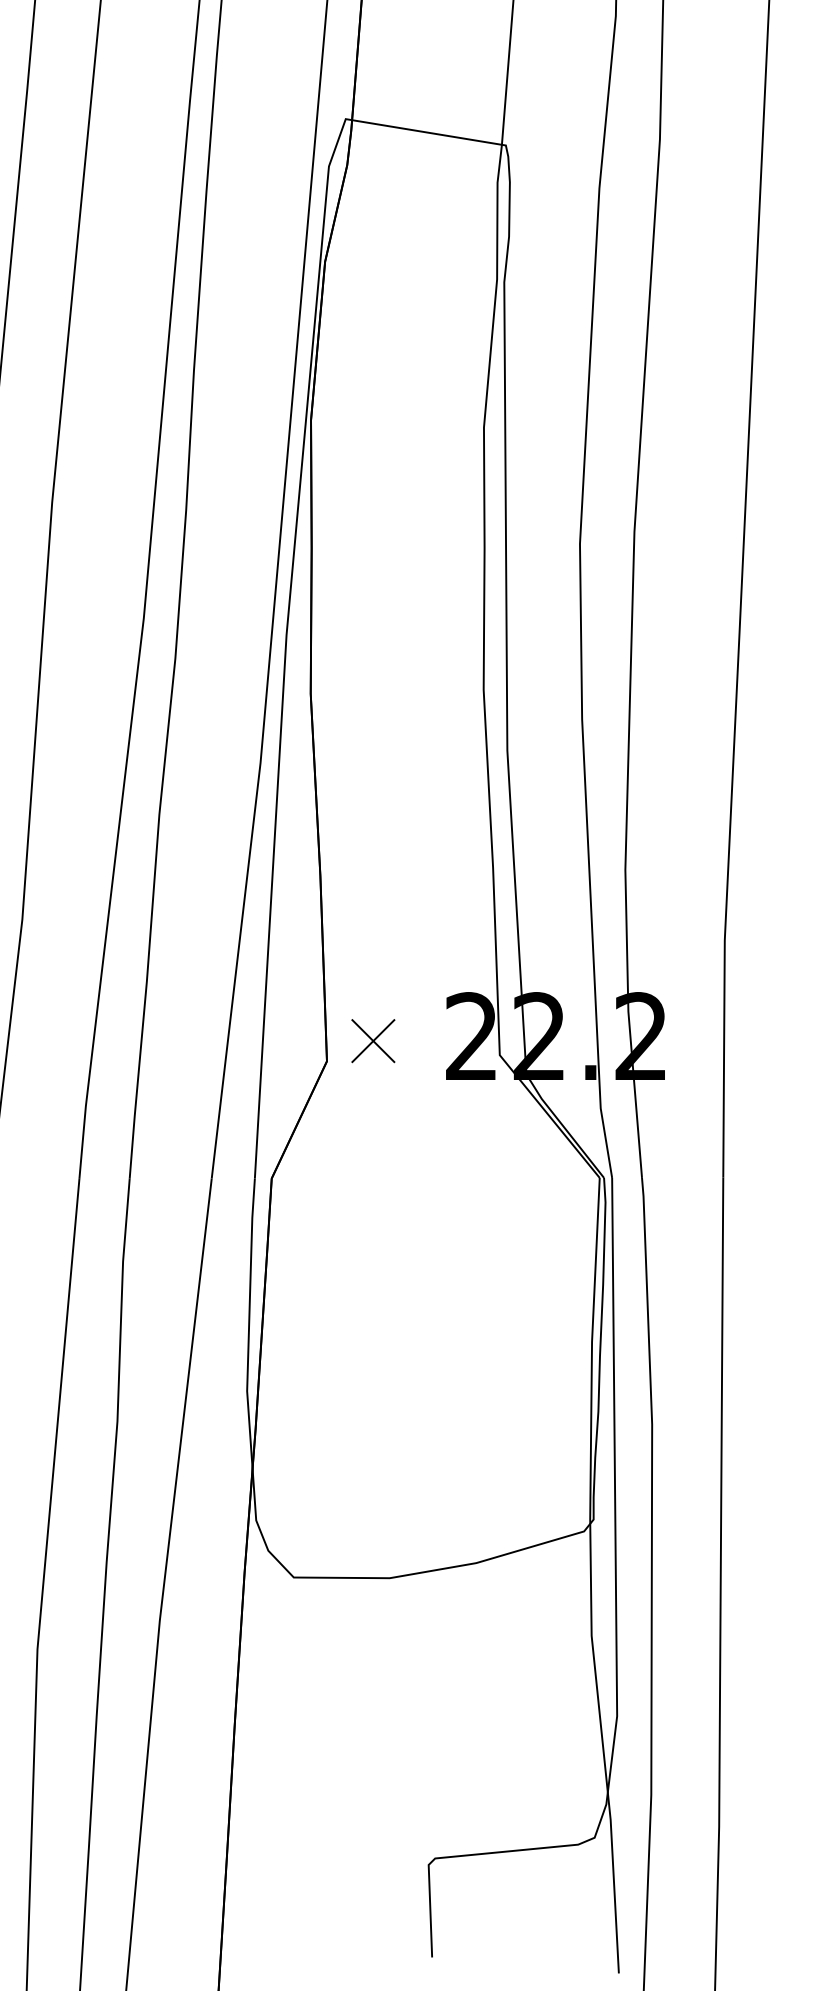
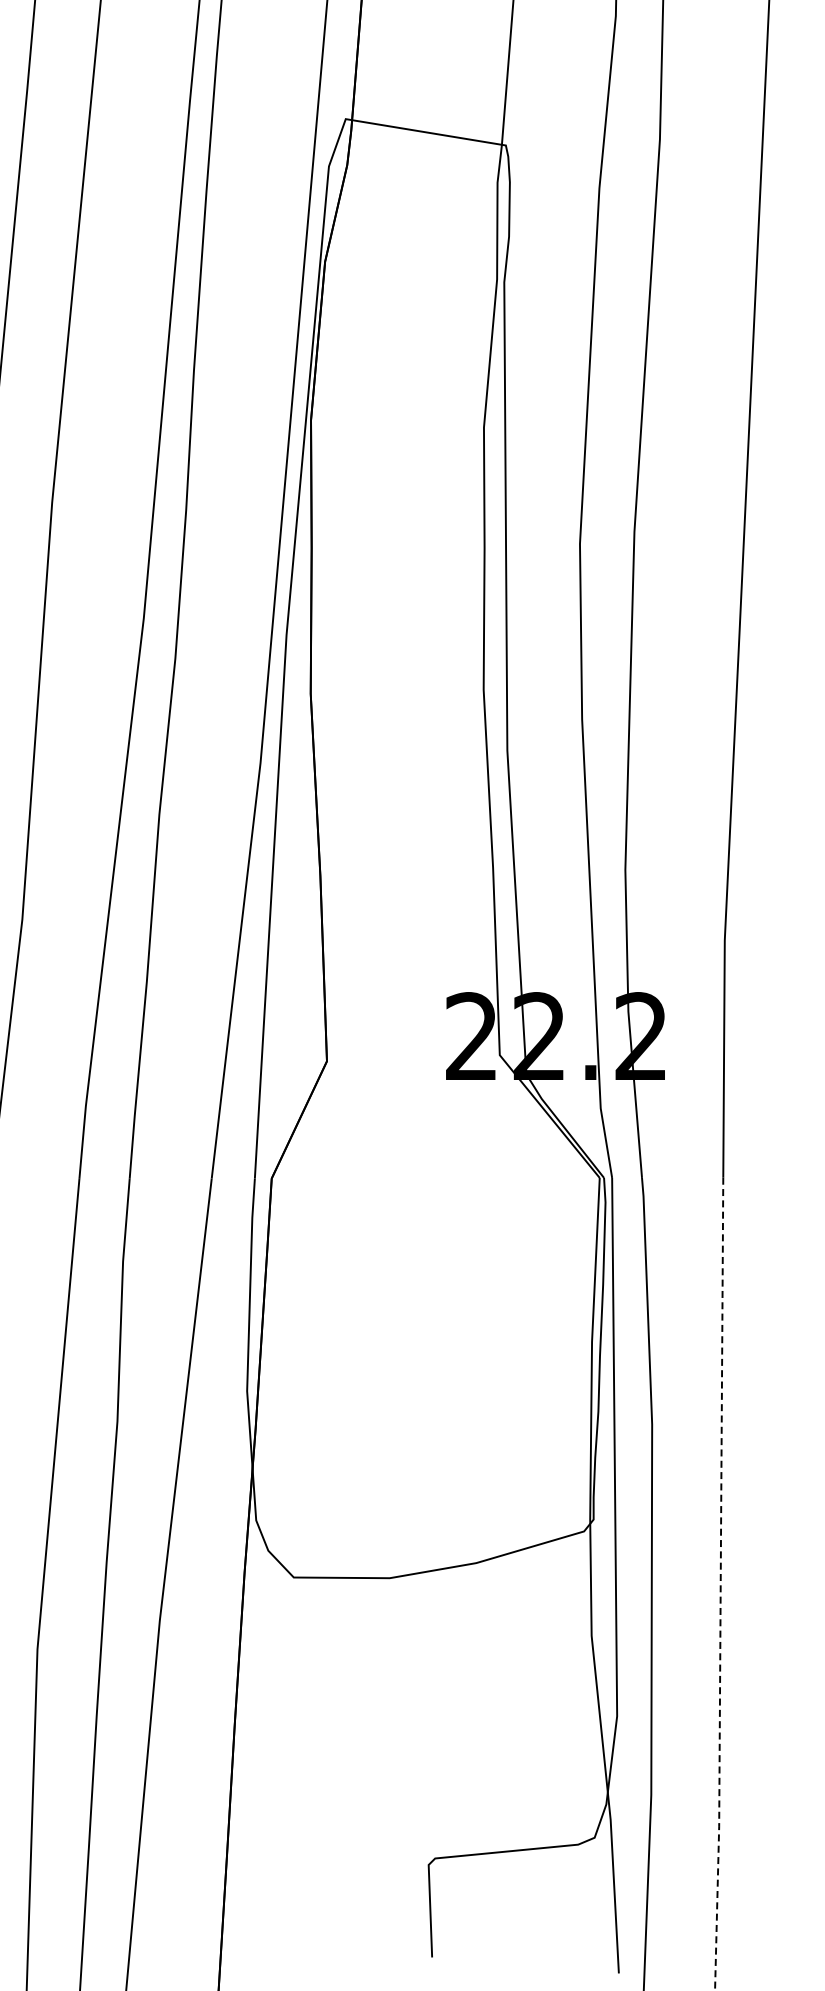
part at (373, 1041): present -> none
line at (720, 1585): solid -> dashed
